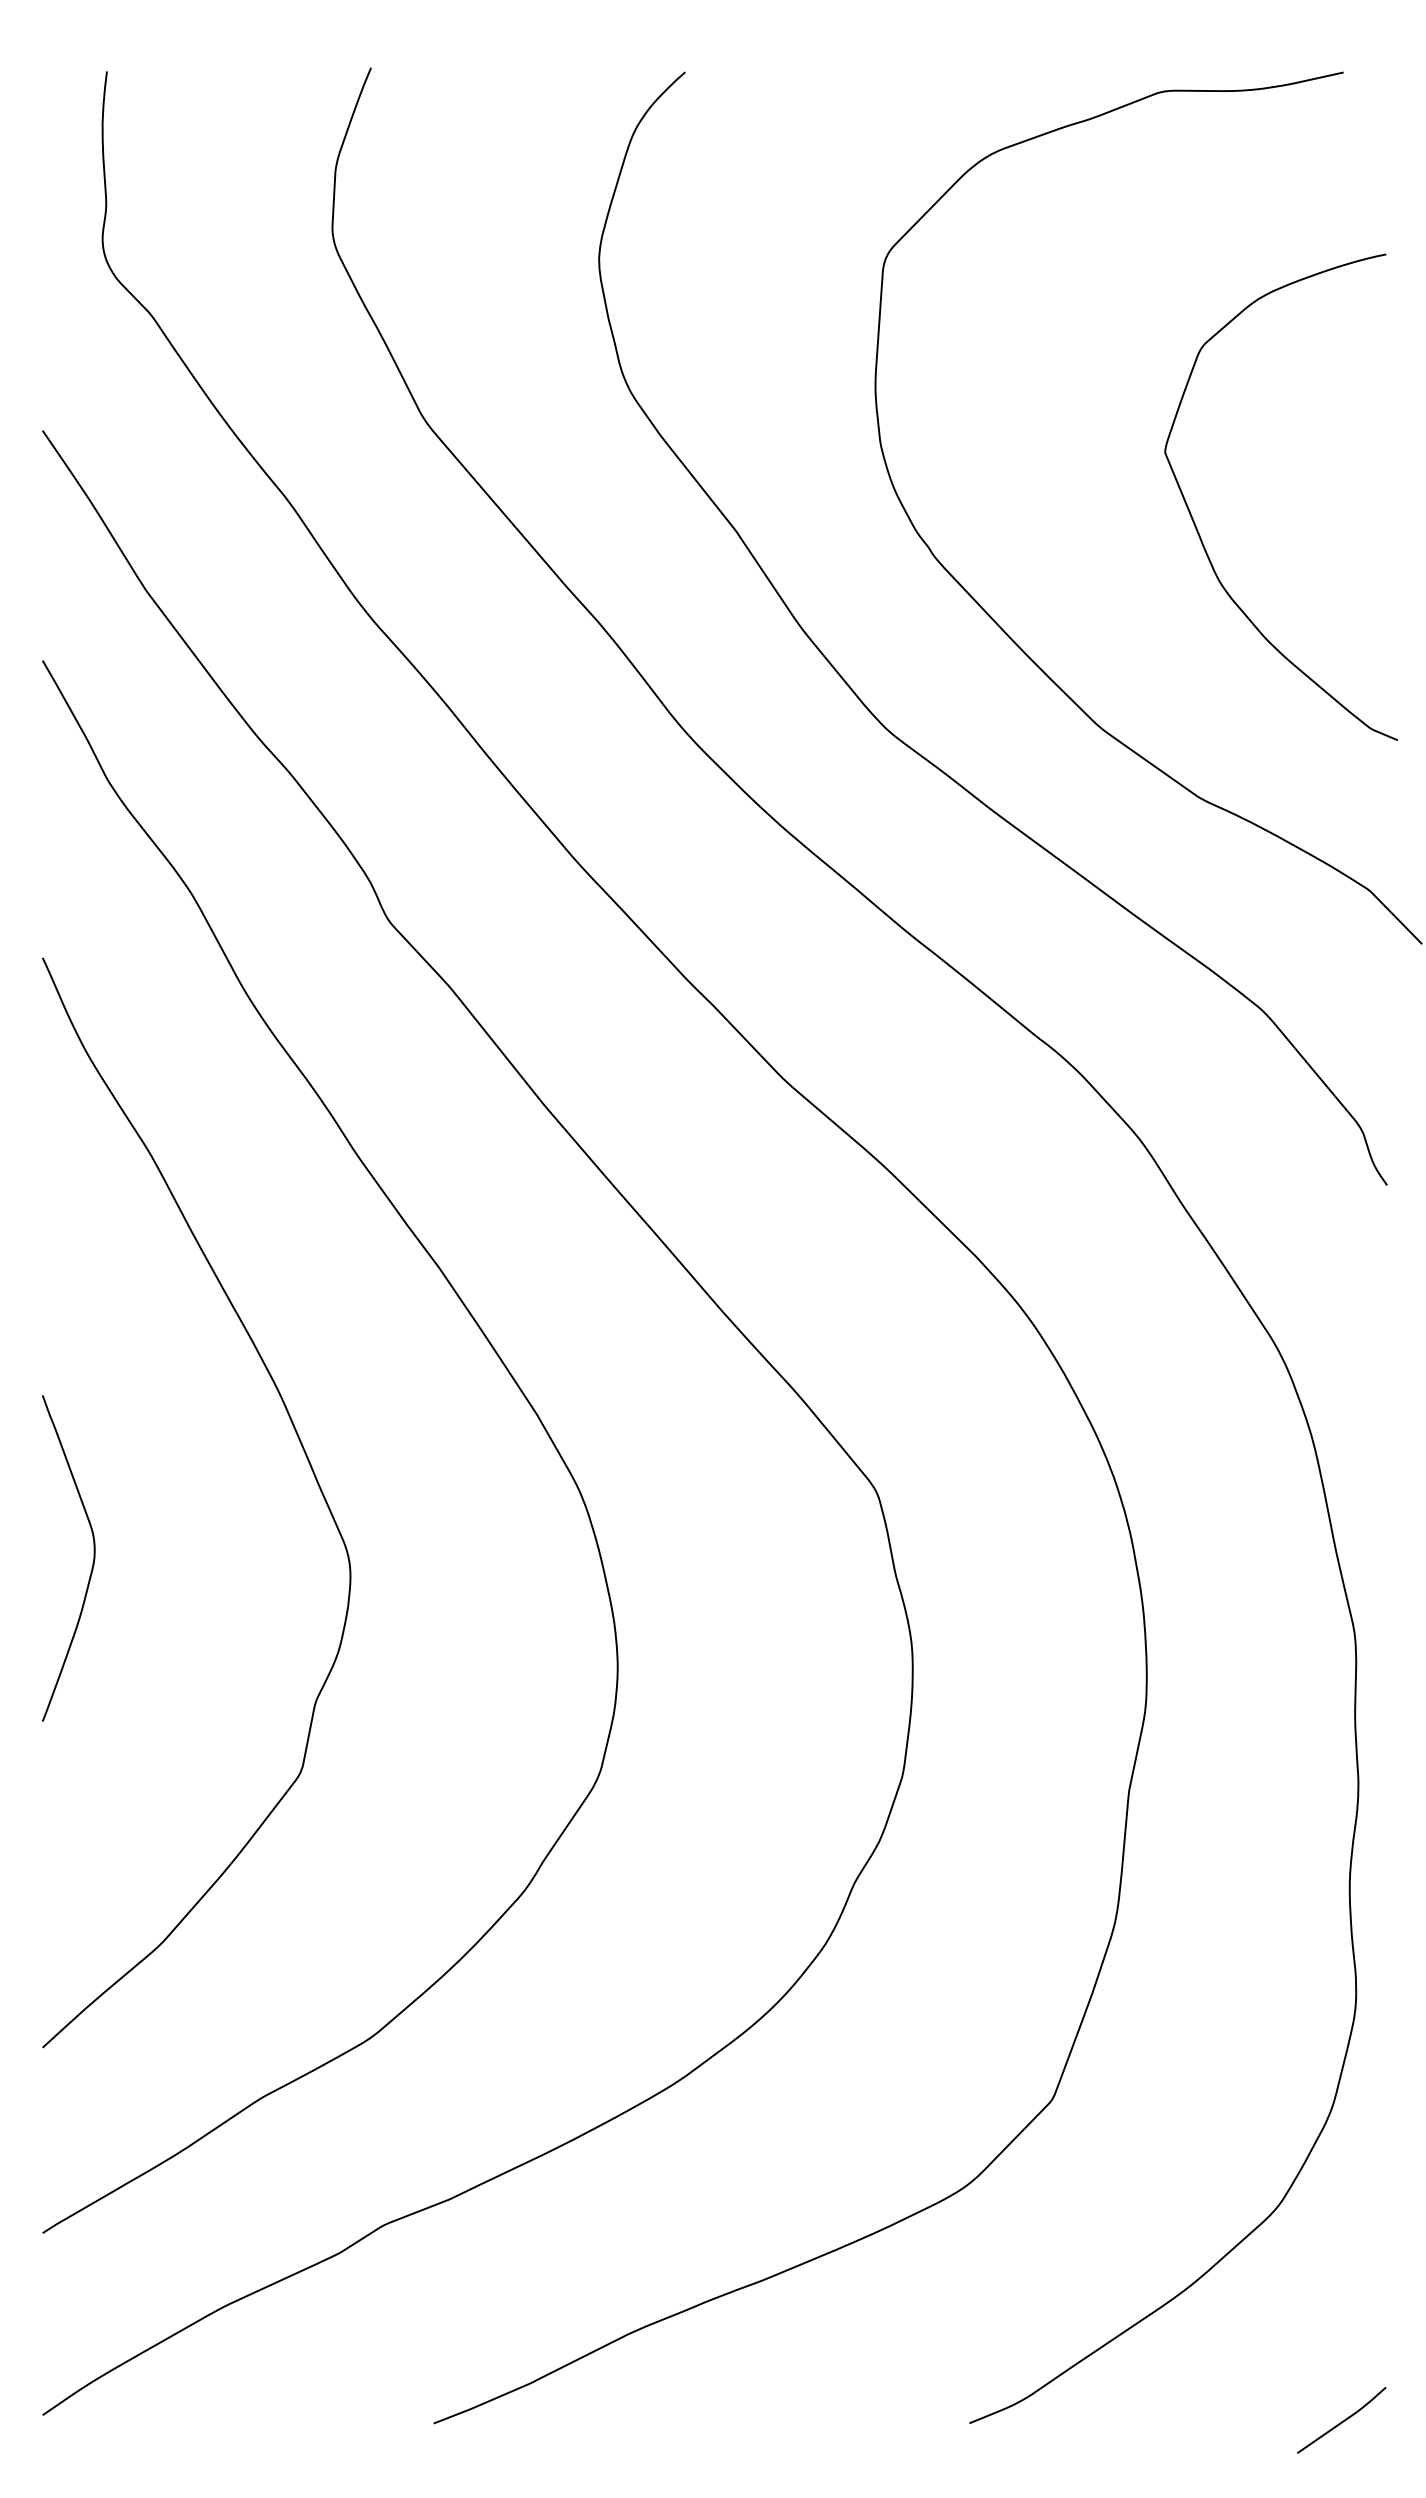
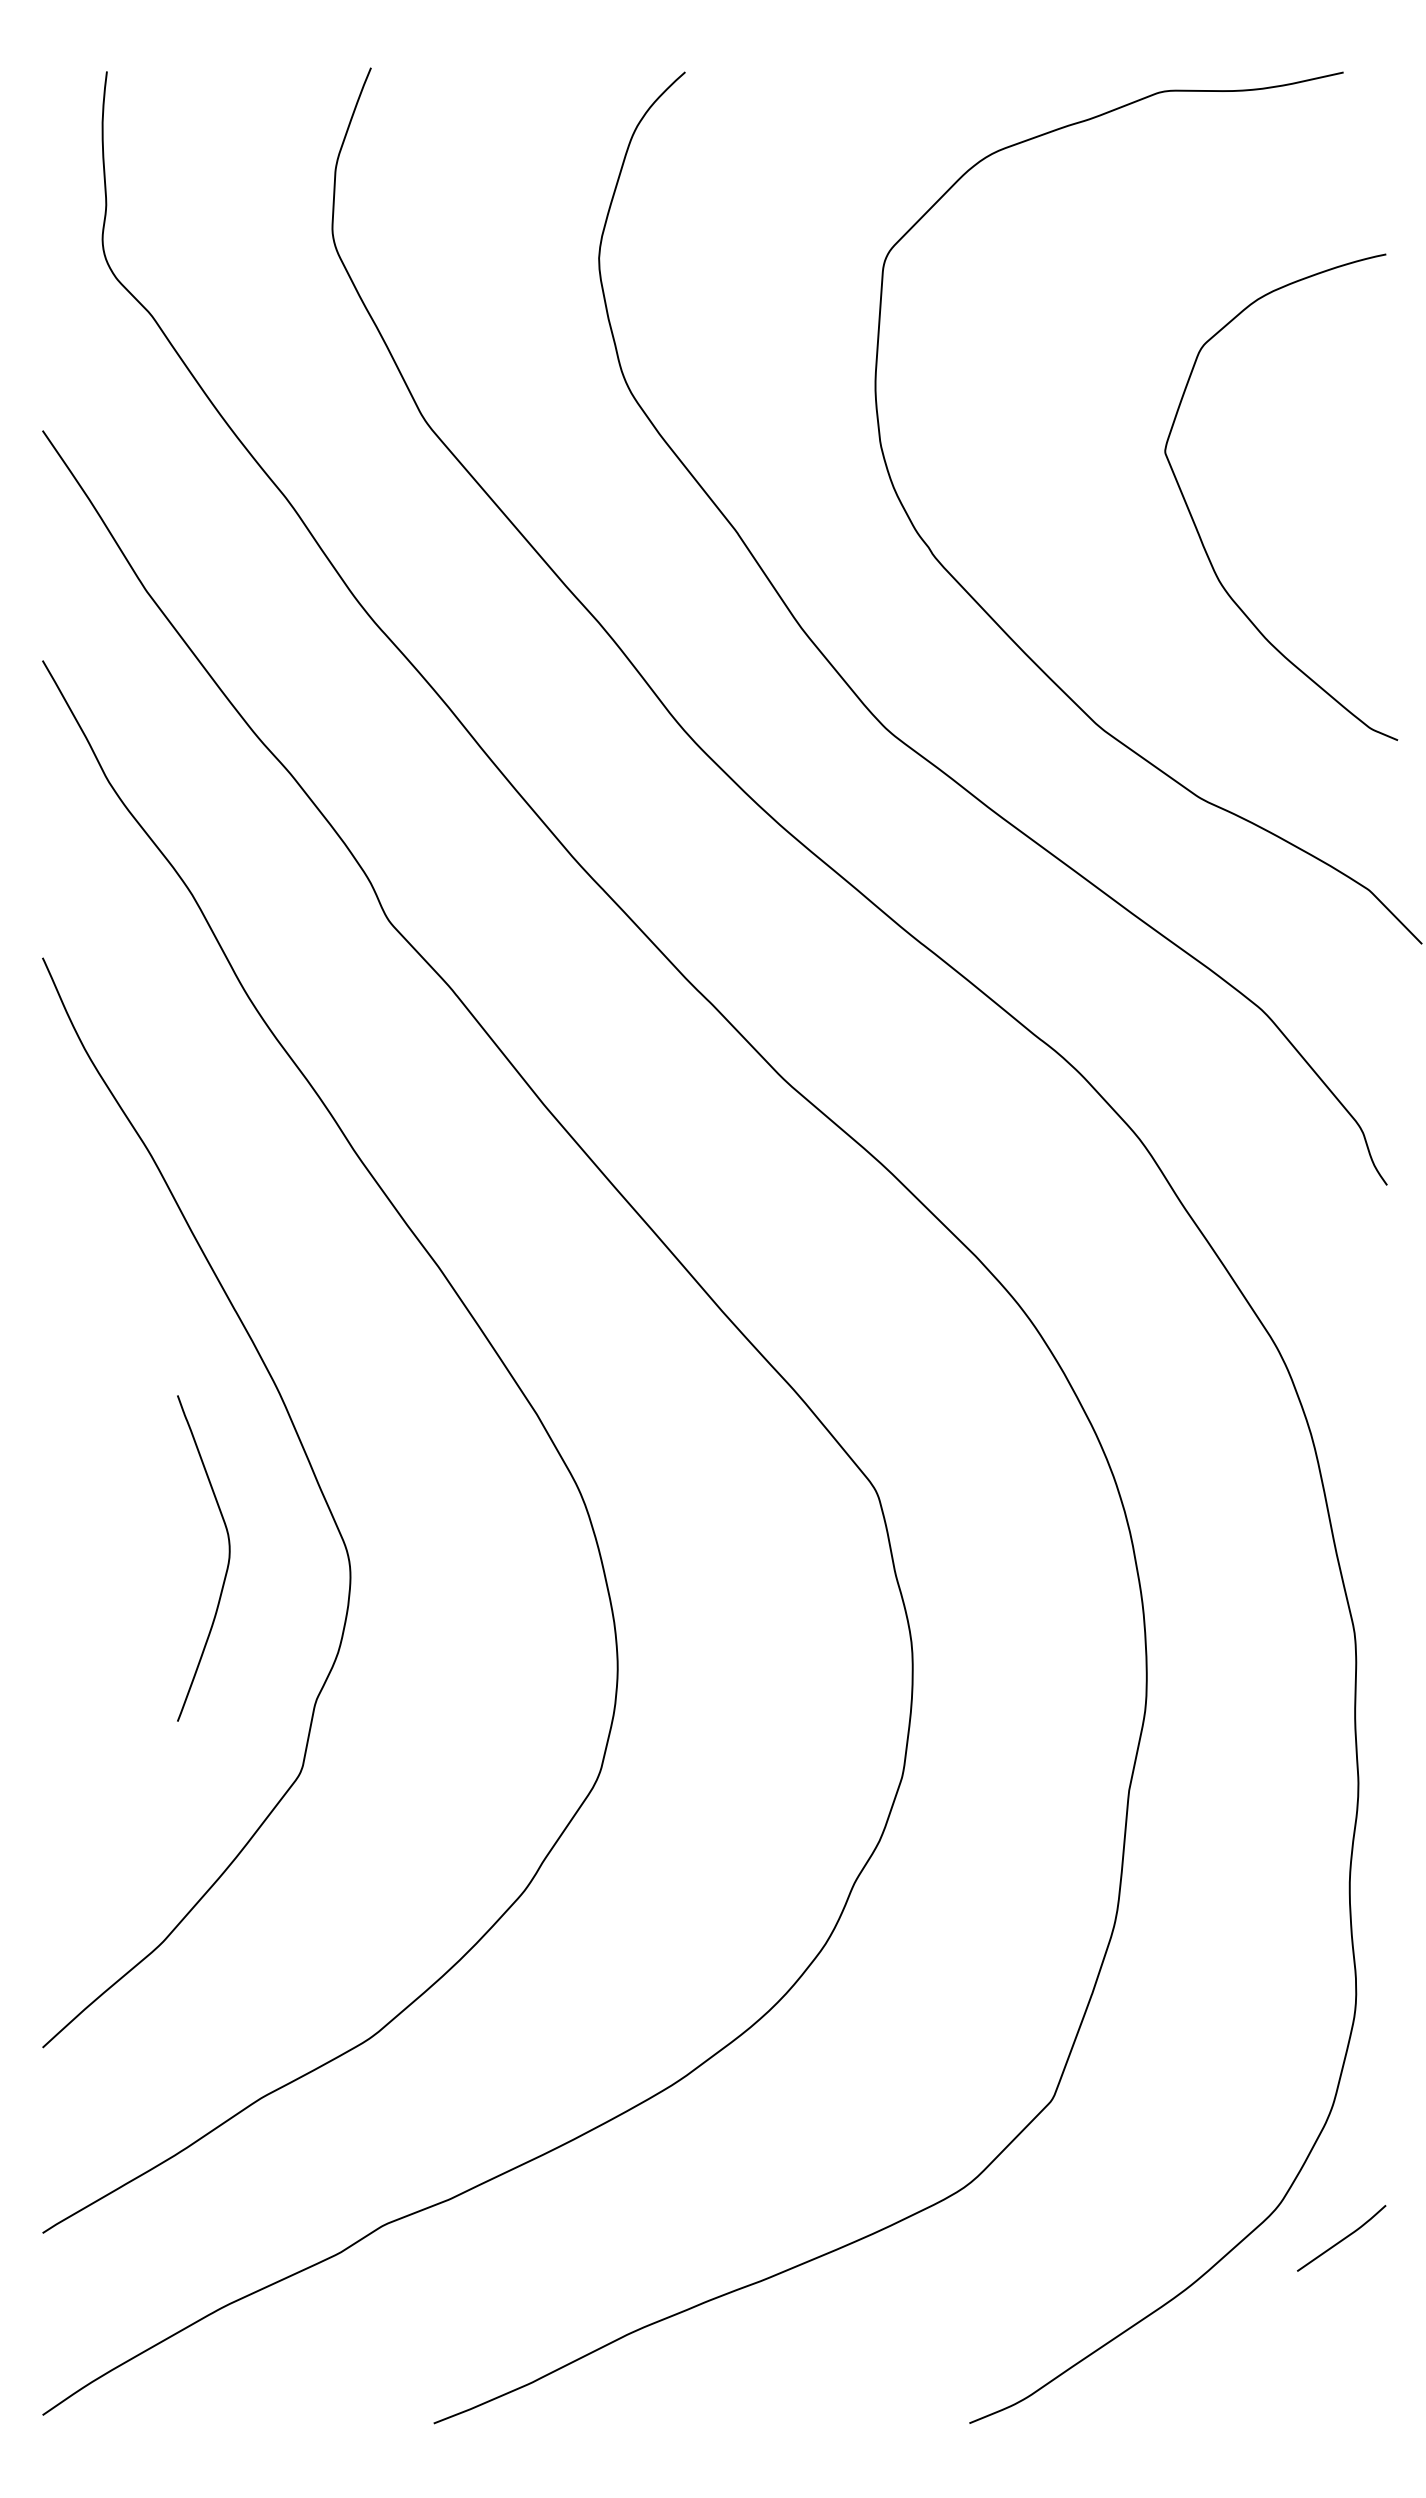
curve at (92, 1562) position: (92, 1562) -> (227, 1562)
curve at (1342, 2420) position: (1342, 2420) -> (1342, 2238)
